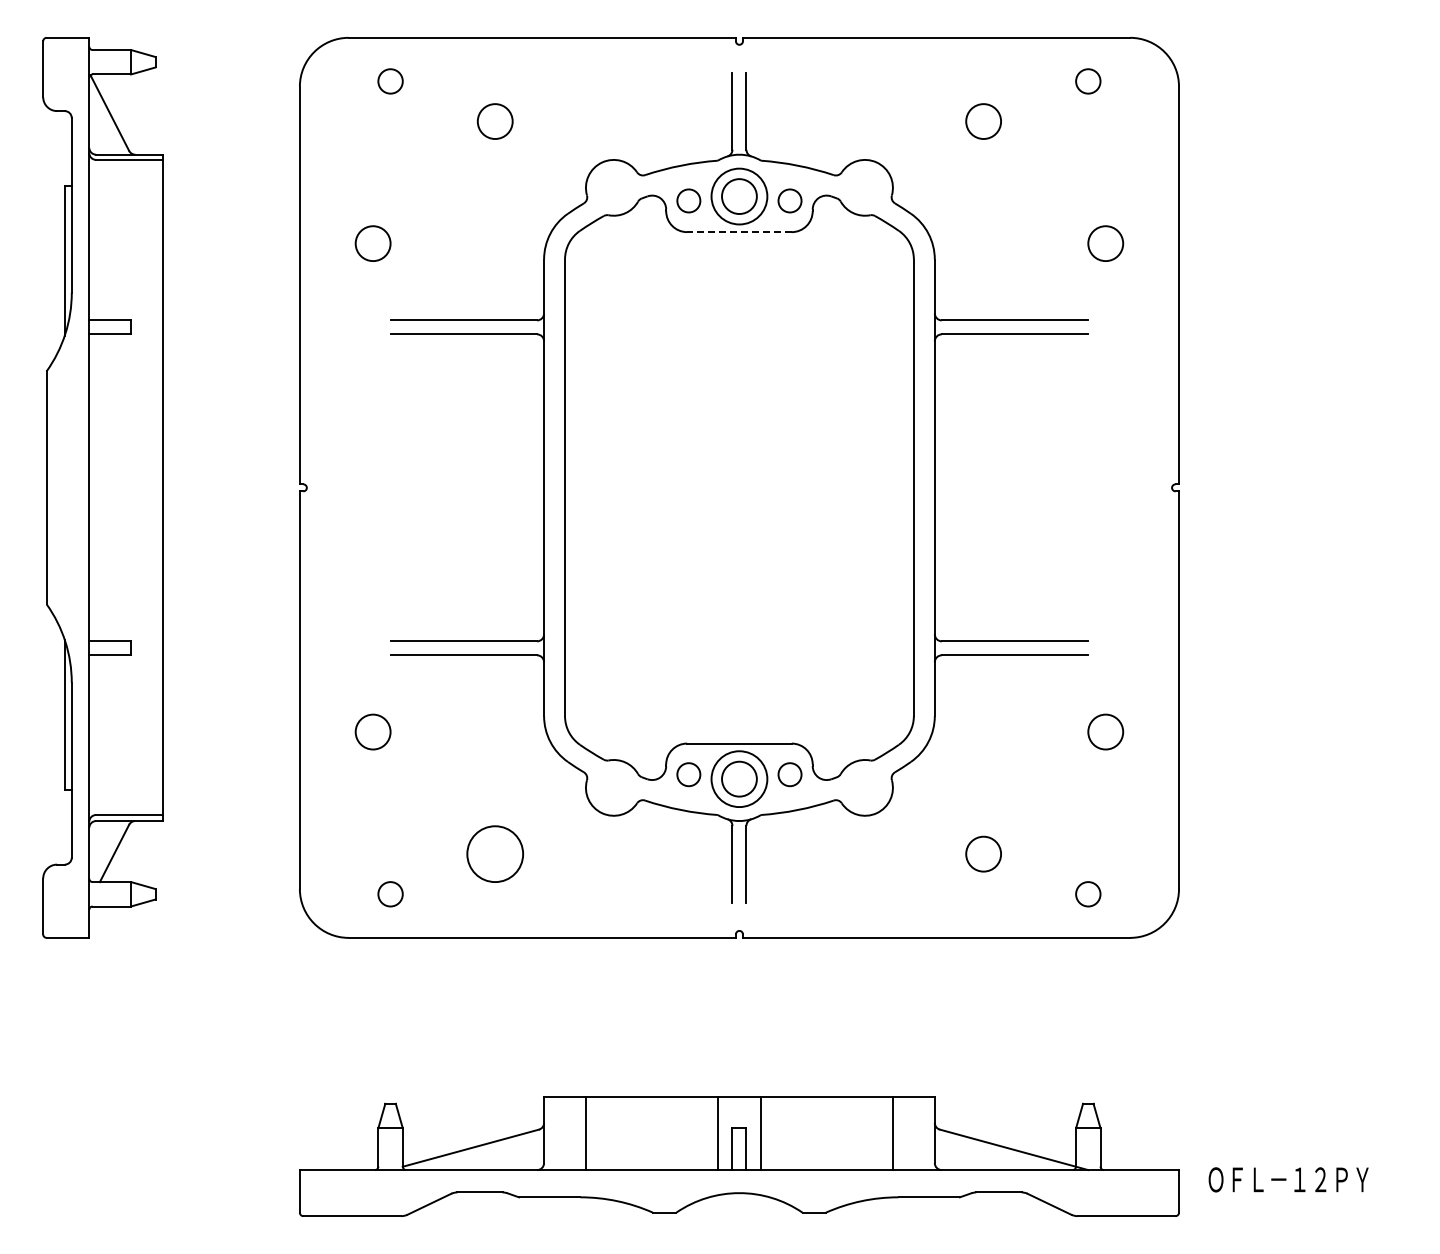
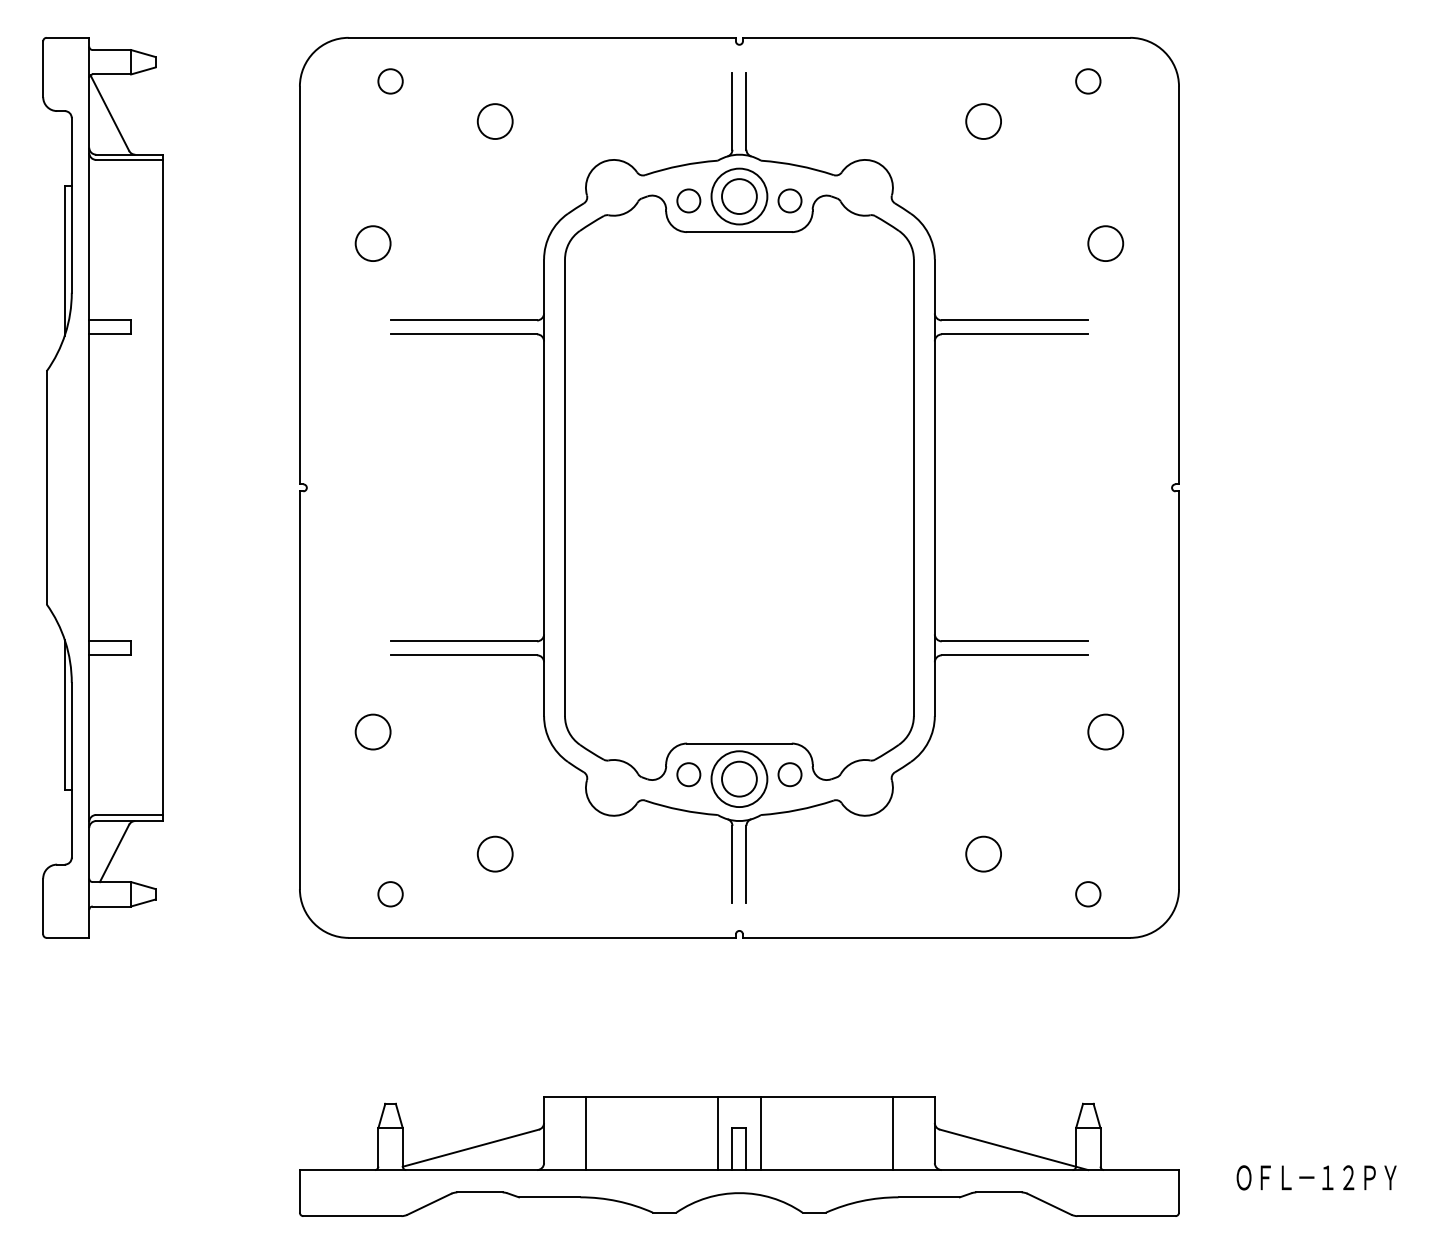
line at (738, 232): dashed -> solid
circle at (495, 854) diameter: 56 px -> 35 px
text at (1288, 1179) position: (1288, 1179) -> (1316, 1177)
